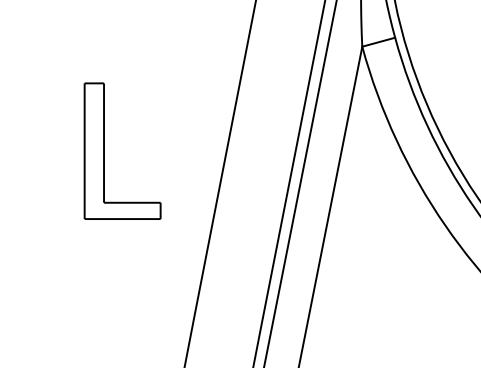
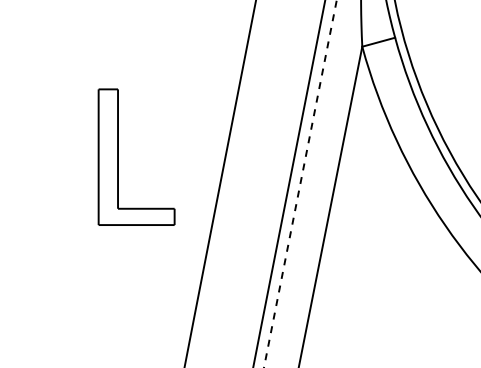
part at (104, 150) position: (104, 150) -> (118, 156)
line at (300, 184): solid -> dashed
